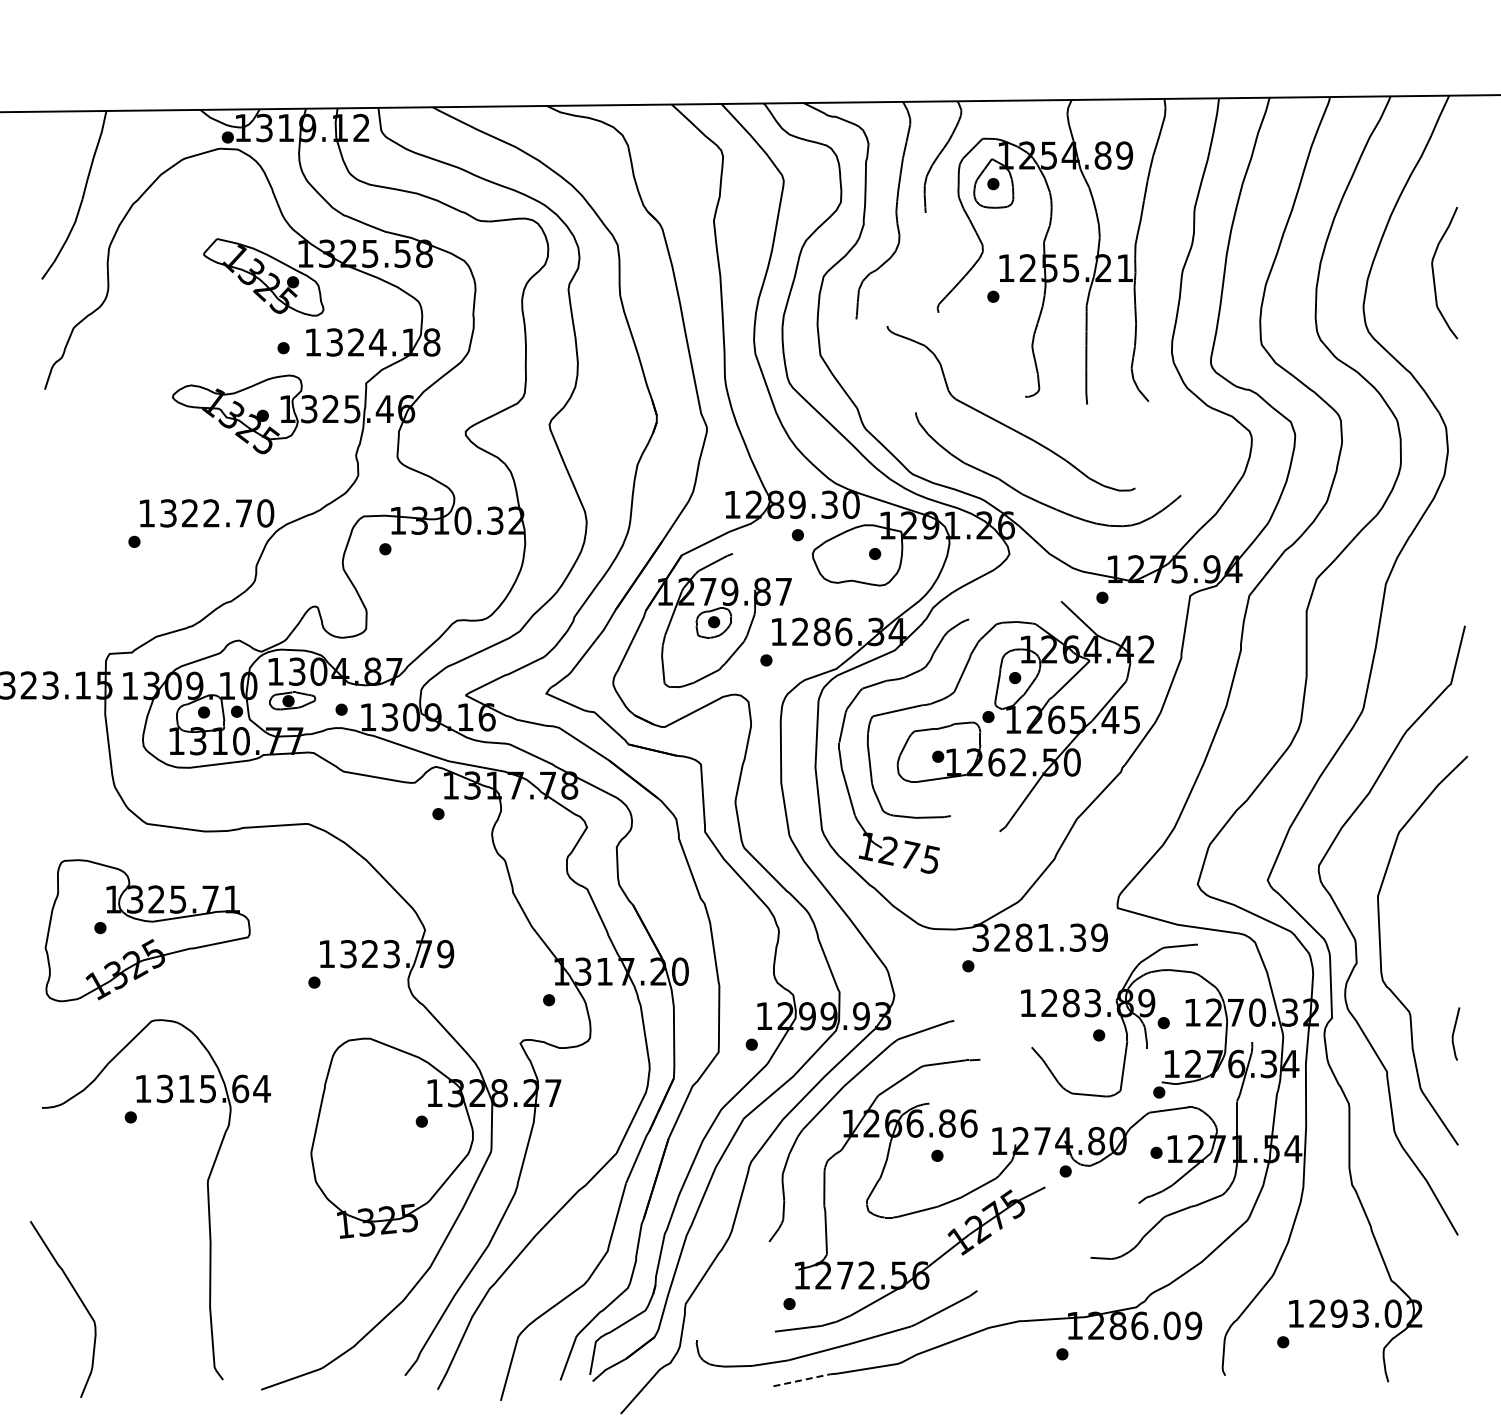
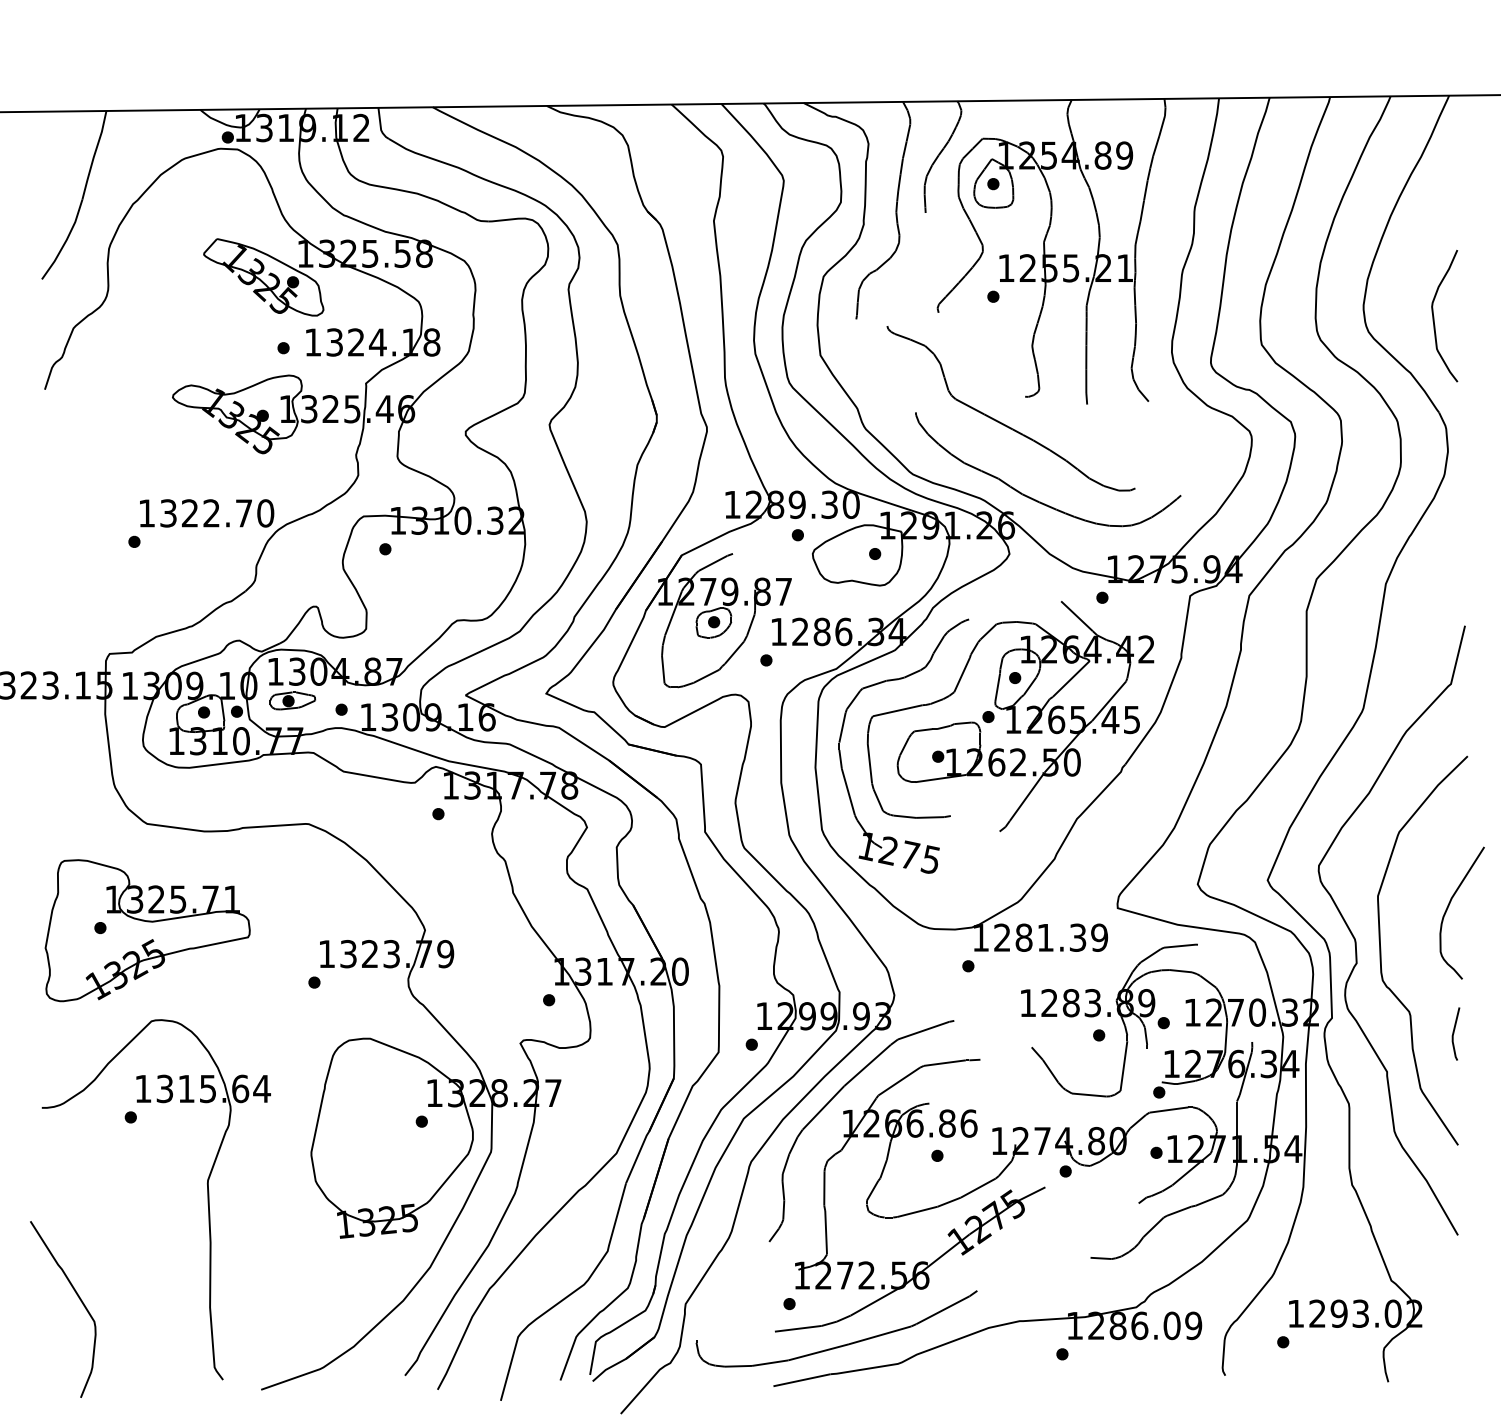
curve at (1434, 273) position: (1434, 273) -> (1434, 316)
curve at (1449, 906): none -> present
text at (980, 937): 3281.39 -> 1281.39
line at (802, 1380): dashed -> solid
